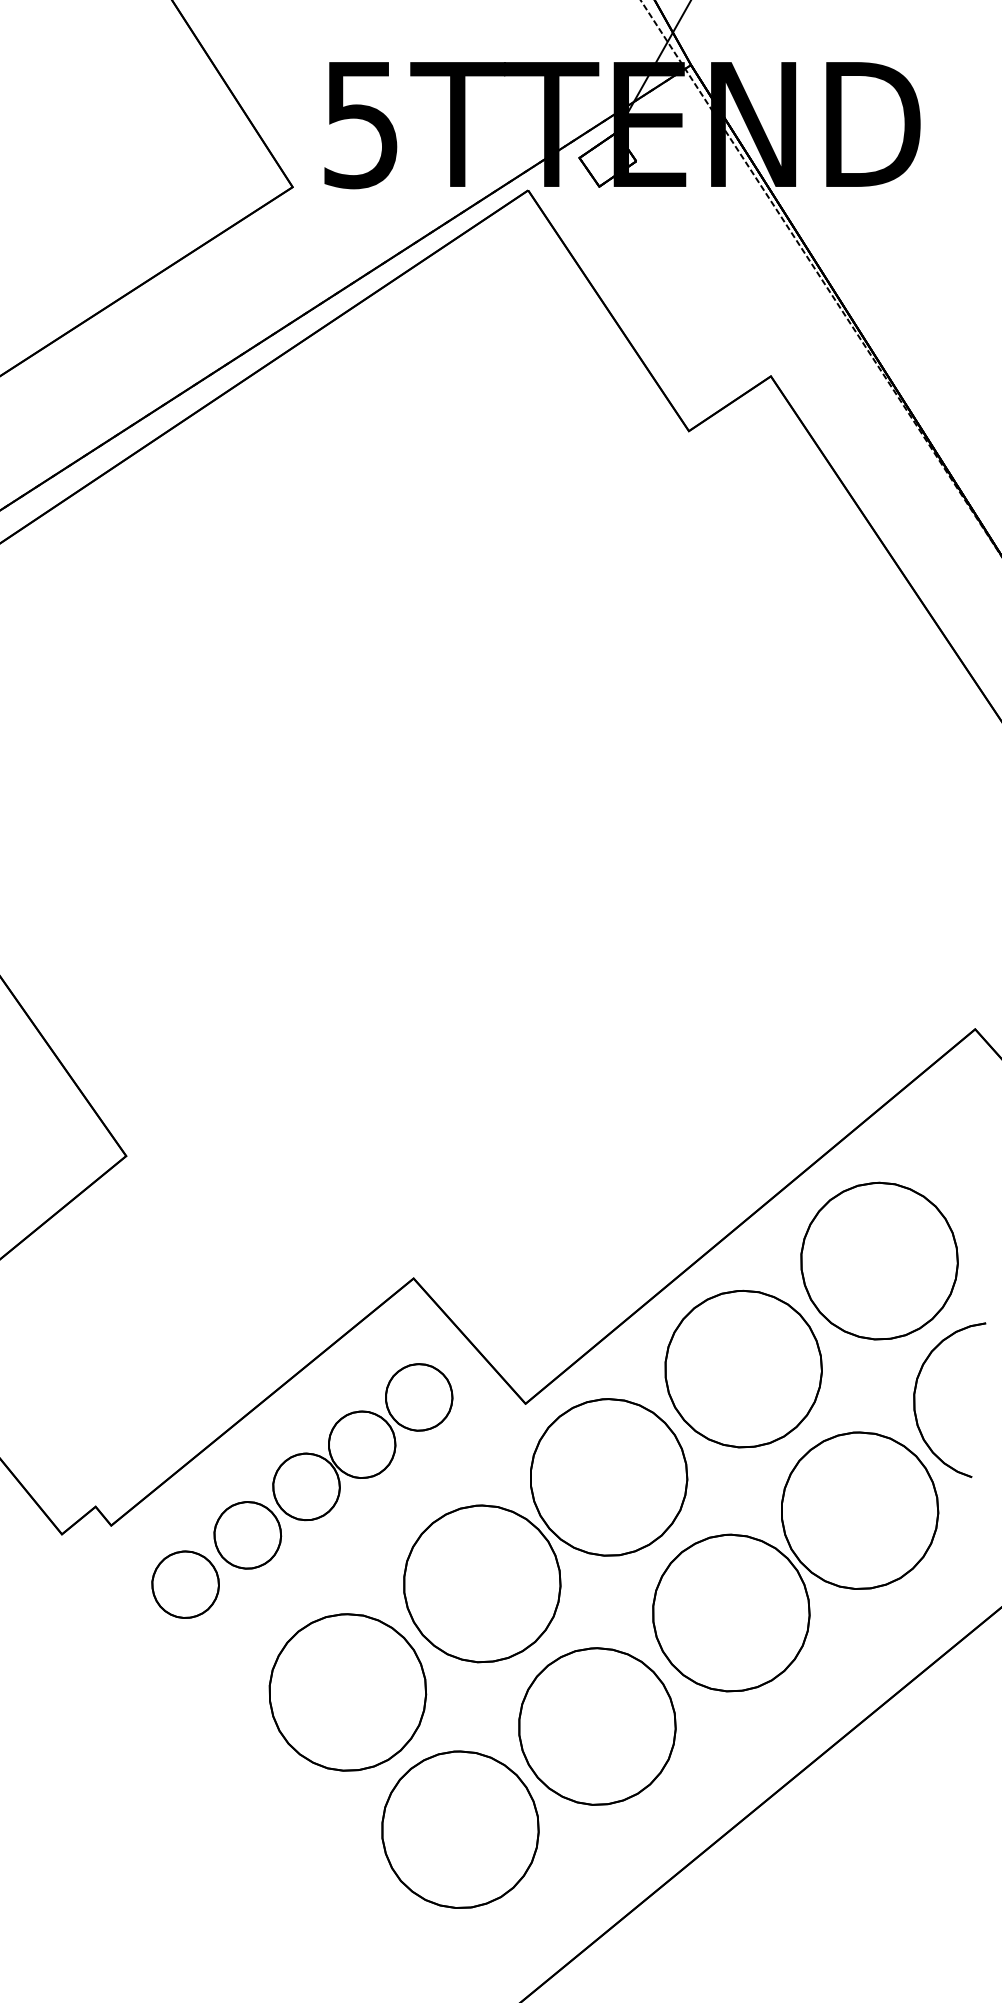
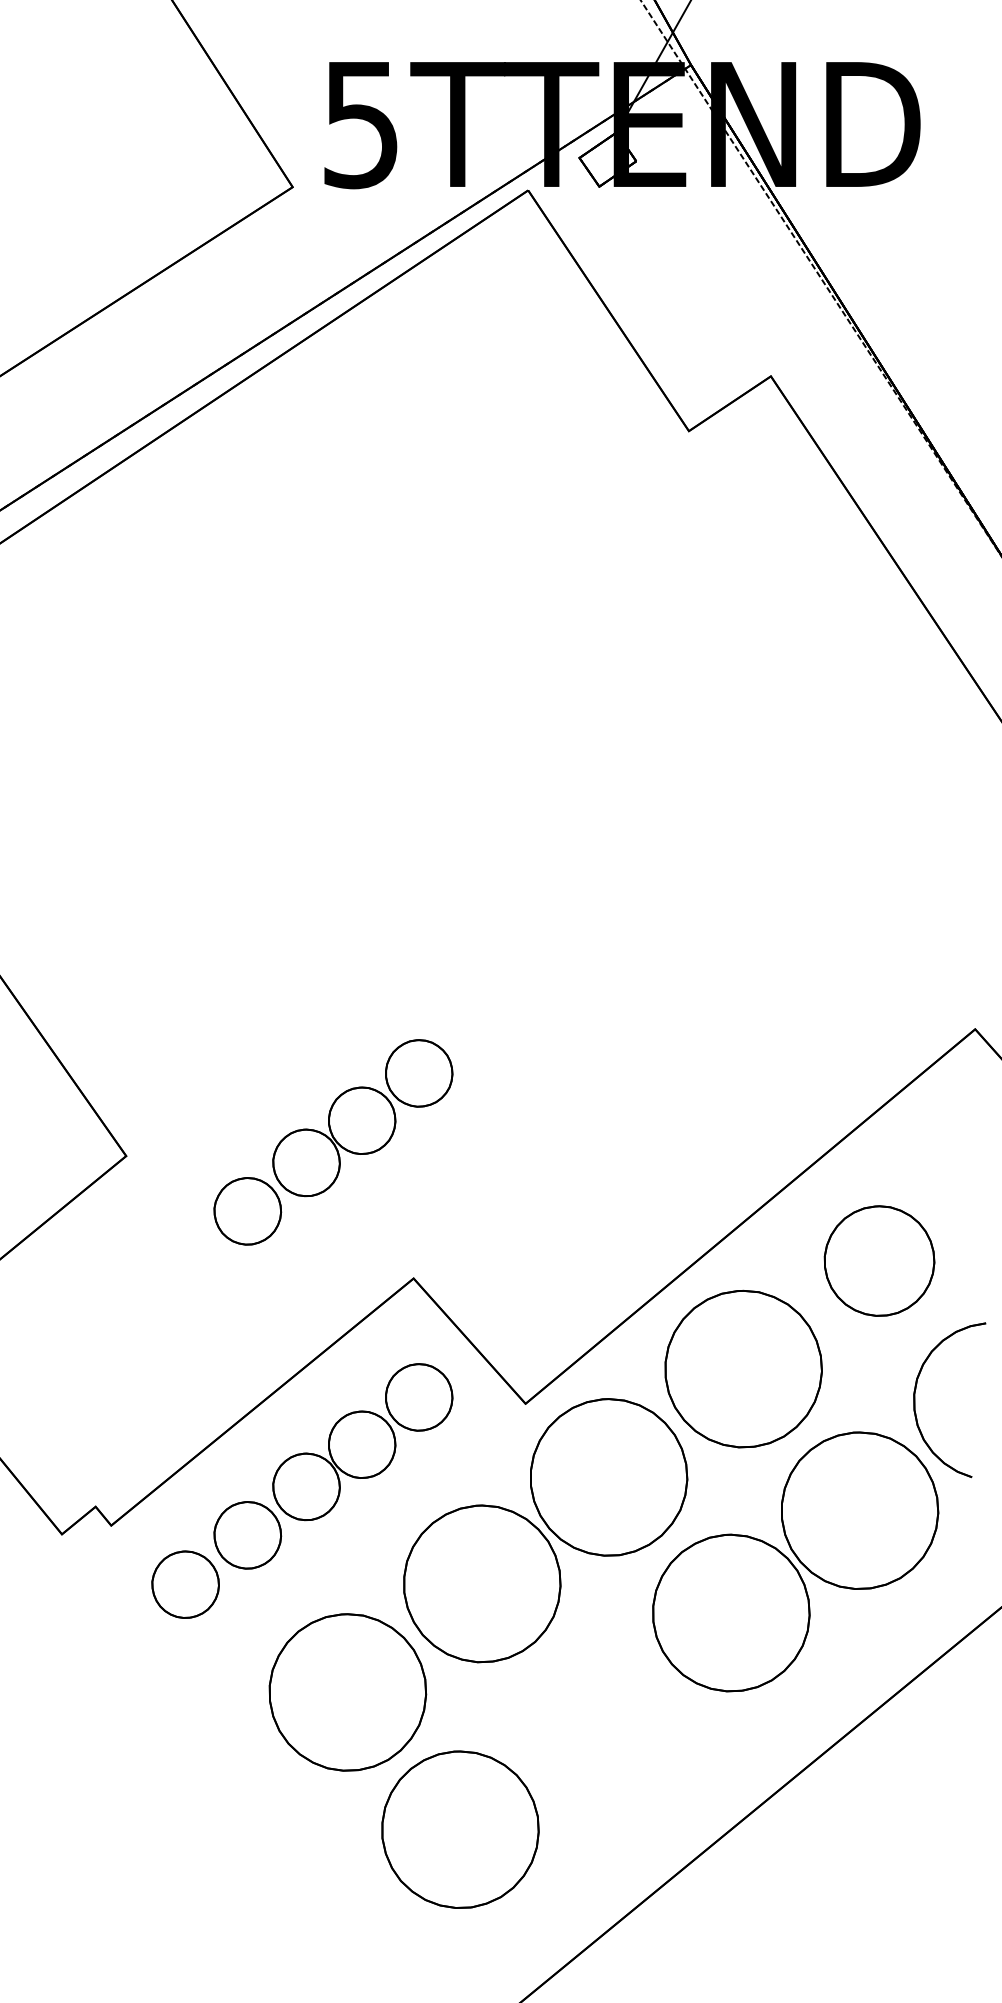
part at (333, 1142): none -> present
part at (879, 1260) size: 159x160 px -> 113x112 px
part at (597, 1726): present -> none
